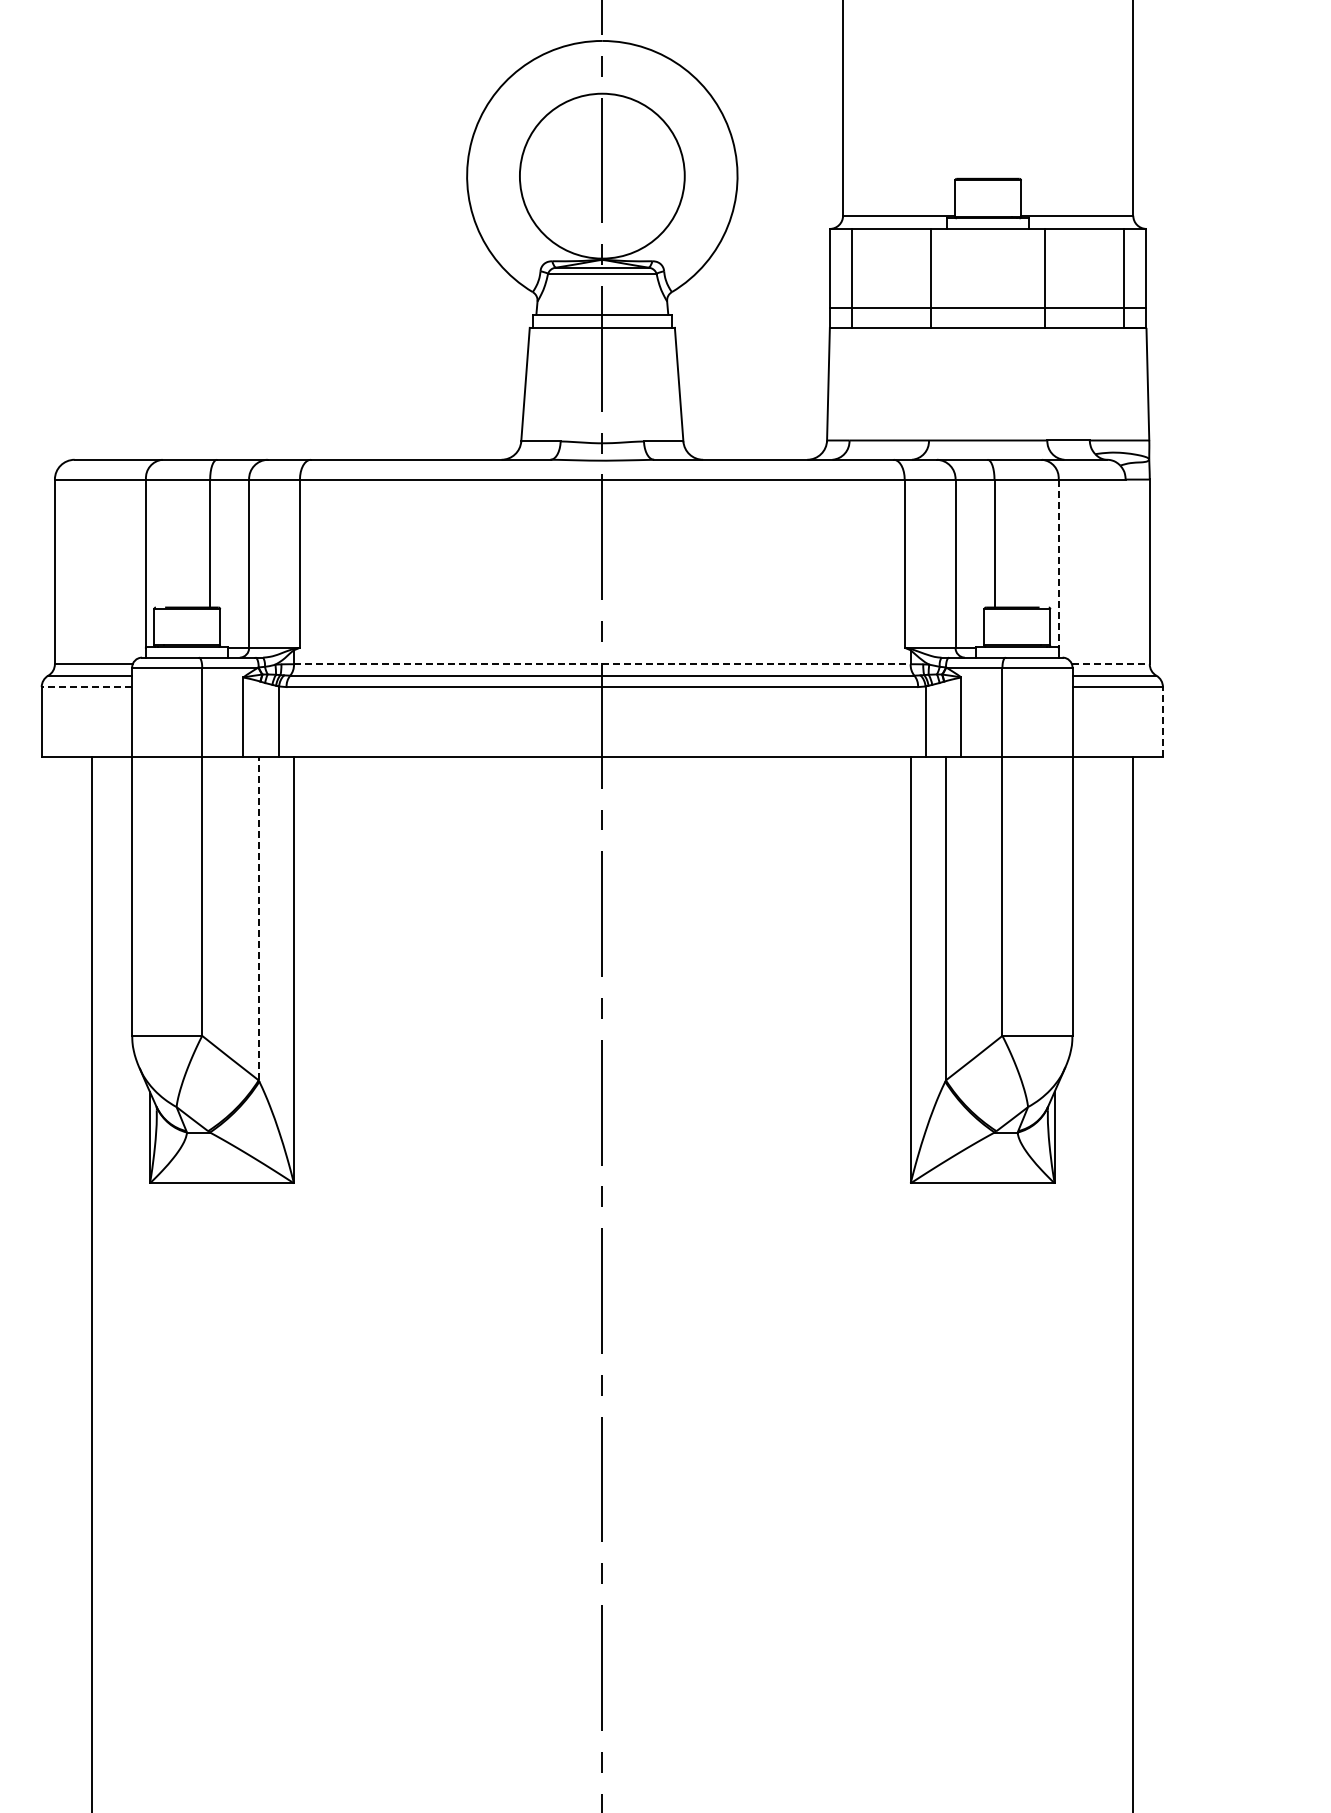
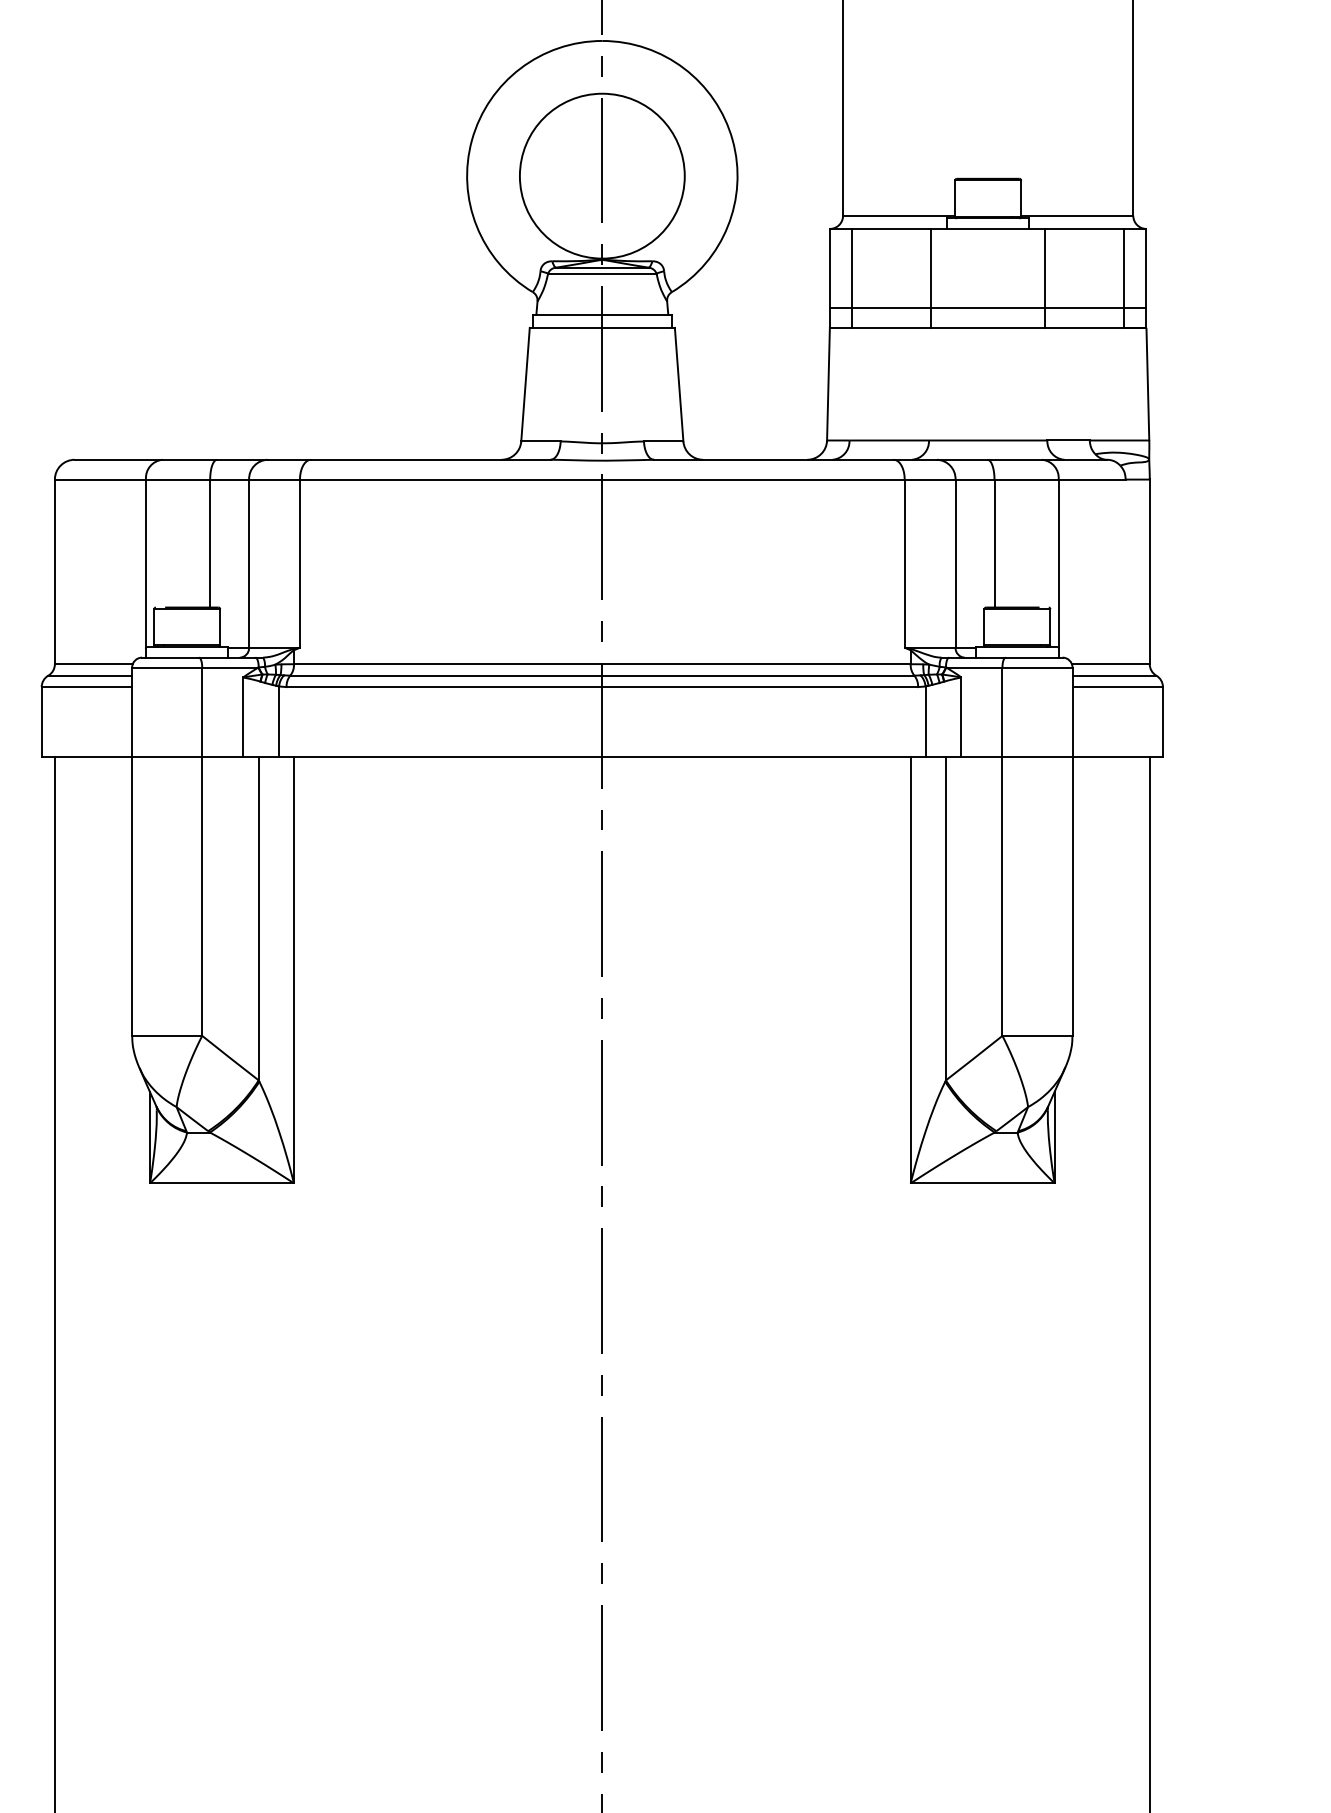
line at (1058, 564): dashed -> solid
line at (602, 664): dashed -> solid
line at (1110, 664): dashed -> solid
line at (86, 687): dashed -> solid
line at (1162, 721): dashed -> solid
line at (258, 918): dashed -> solid
line at (91, 1282) position: (91, 1282) -> (54, 1282)
line at (1132, 1282) position: (1132, 1282) -> (1149, 1282)
